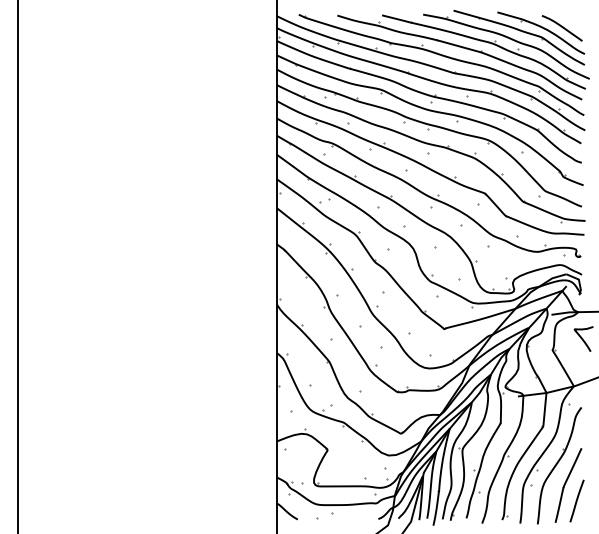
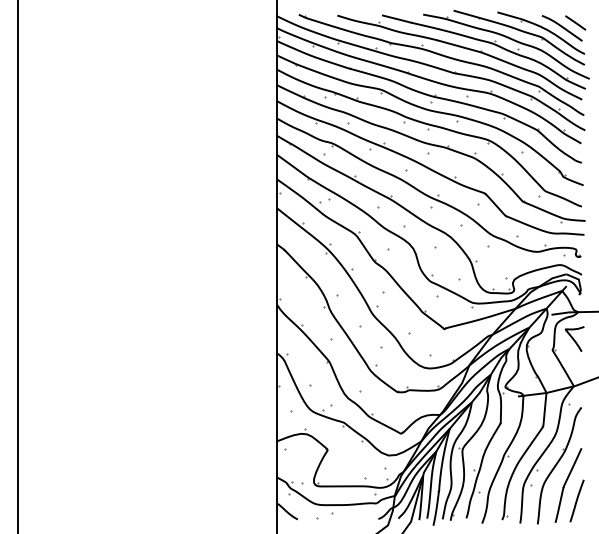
line at (575, 22): none -> present
part at (583, 338) position: (583, 338) -> (574, 338)
